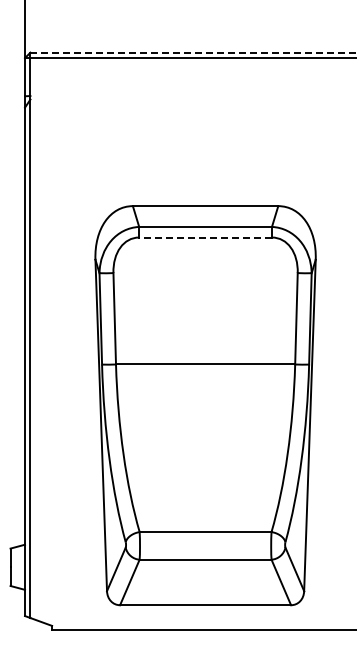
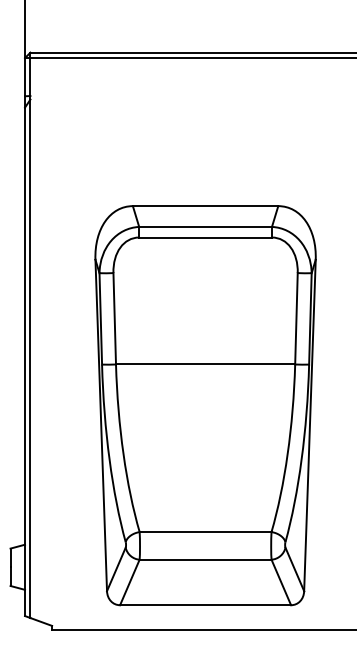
line at (193, 52): dashed -> solid
line at (205, 237): dashed -> solid
